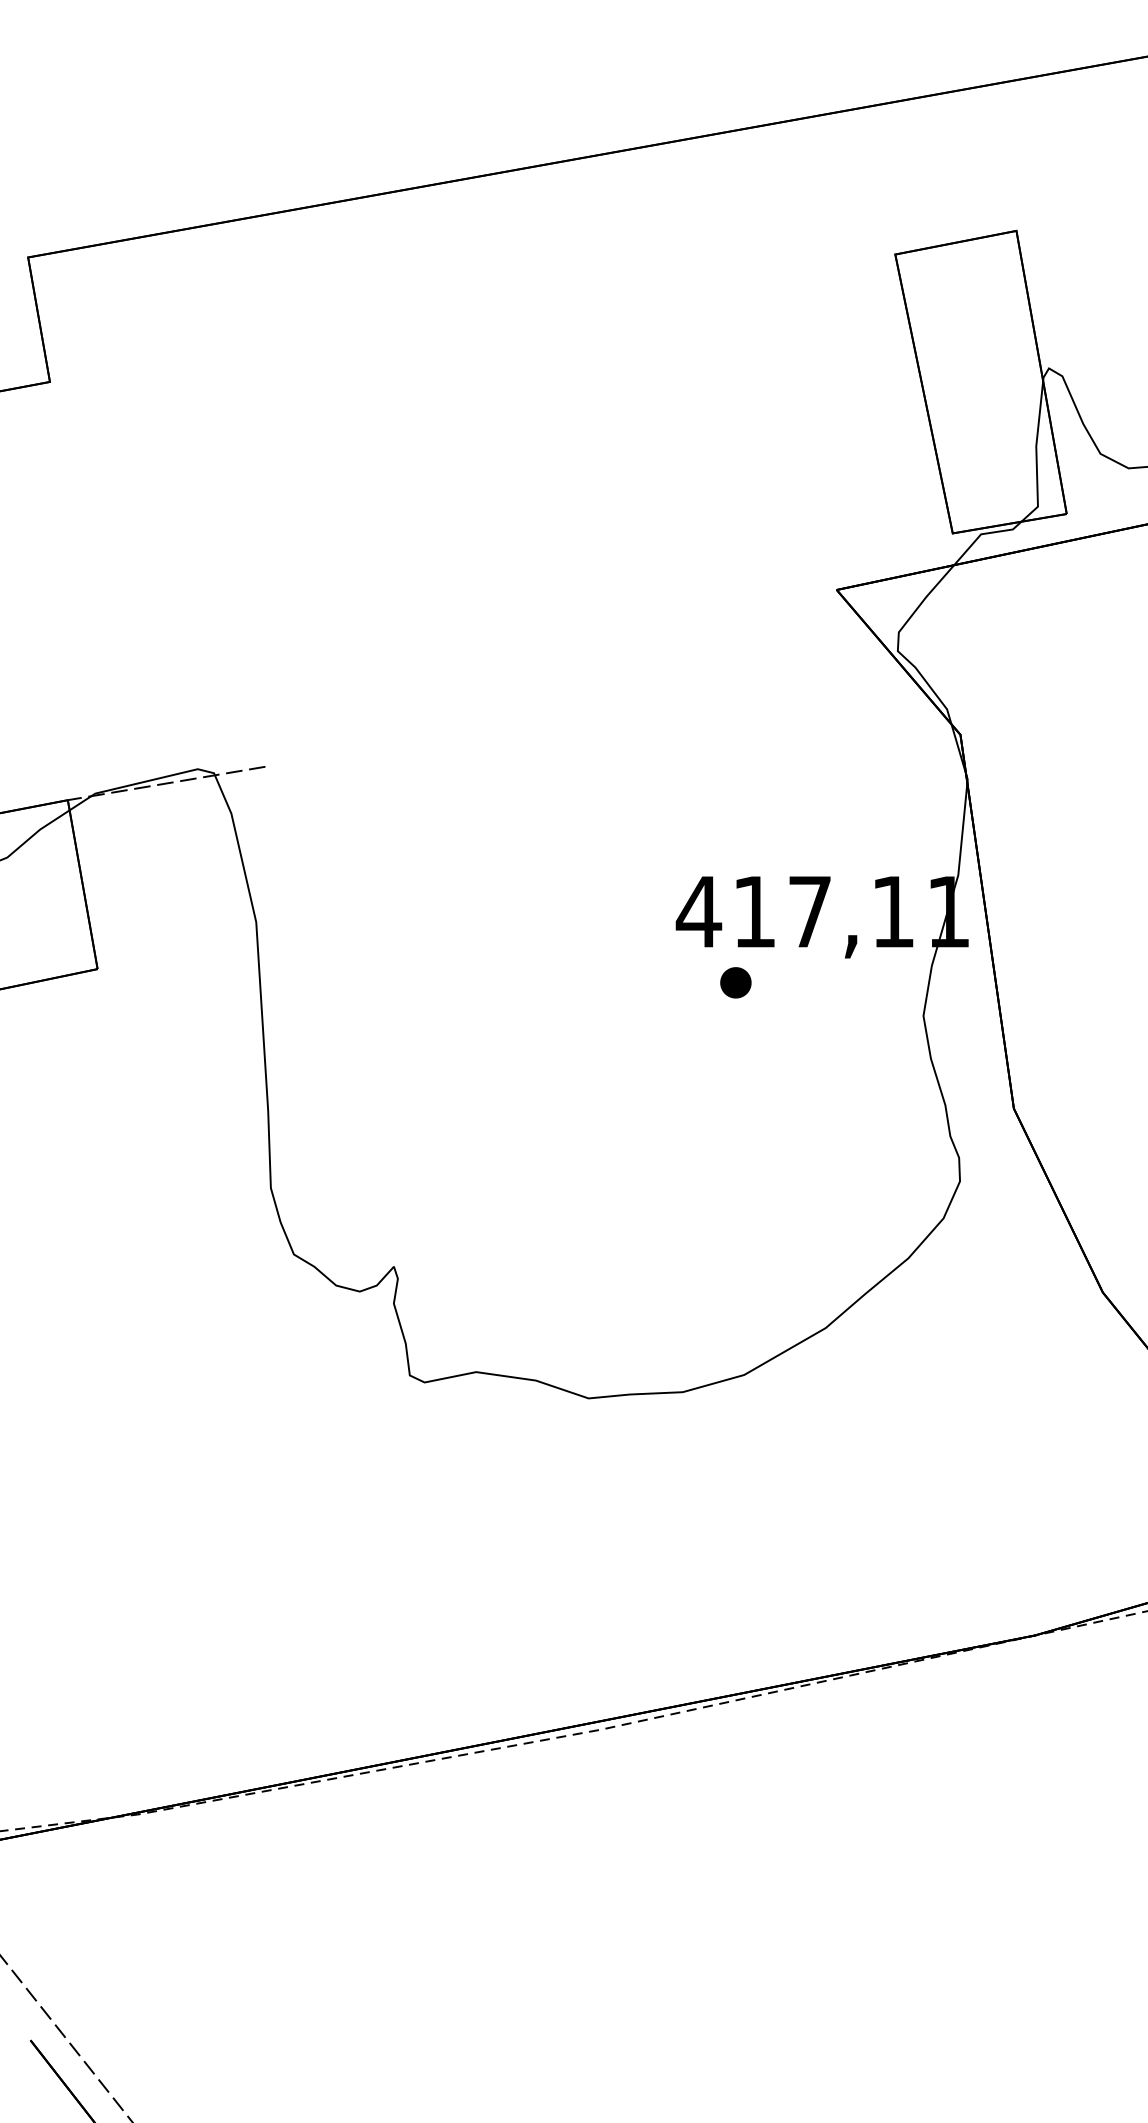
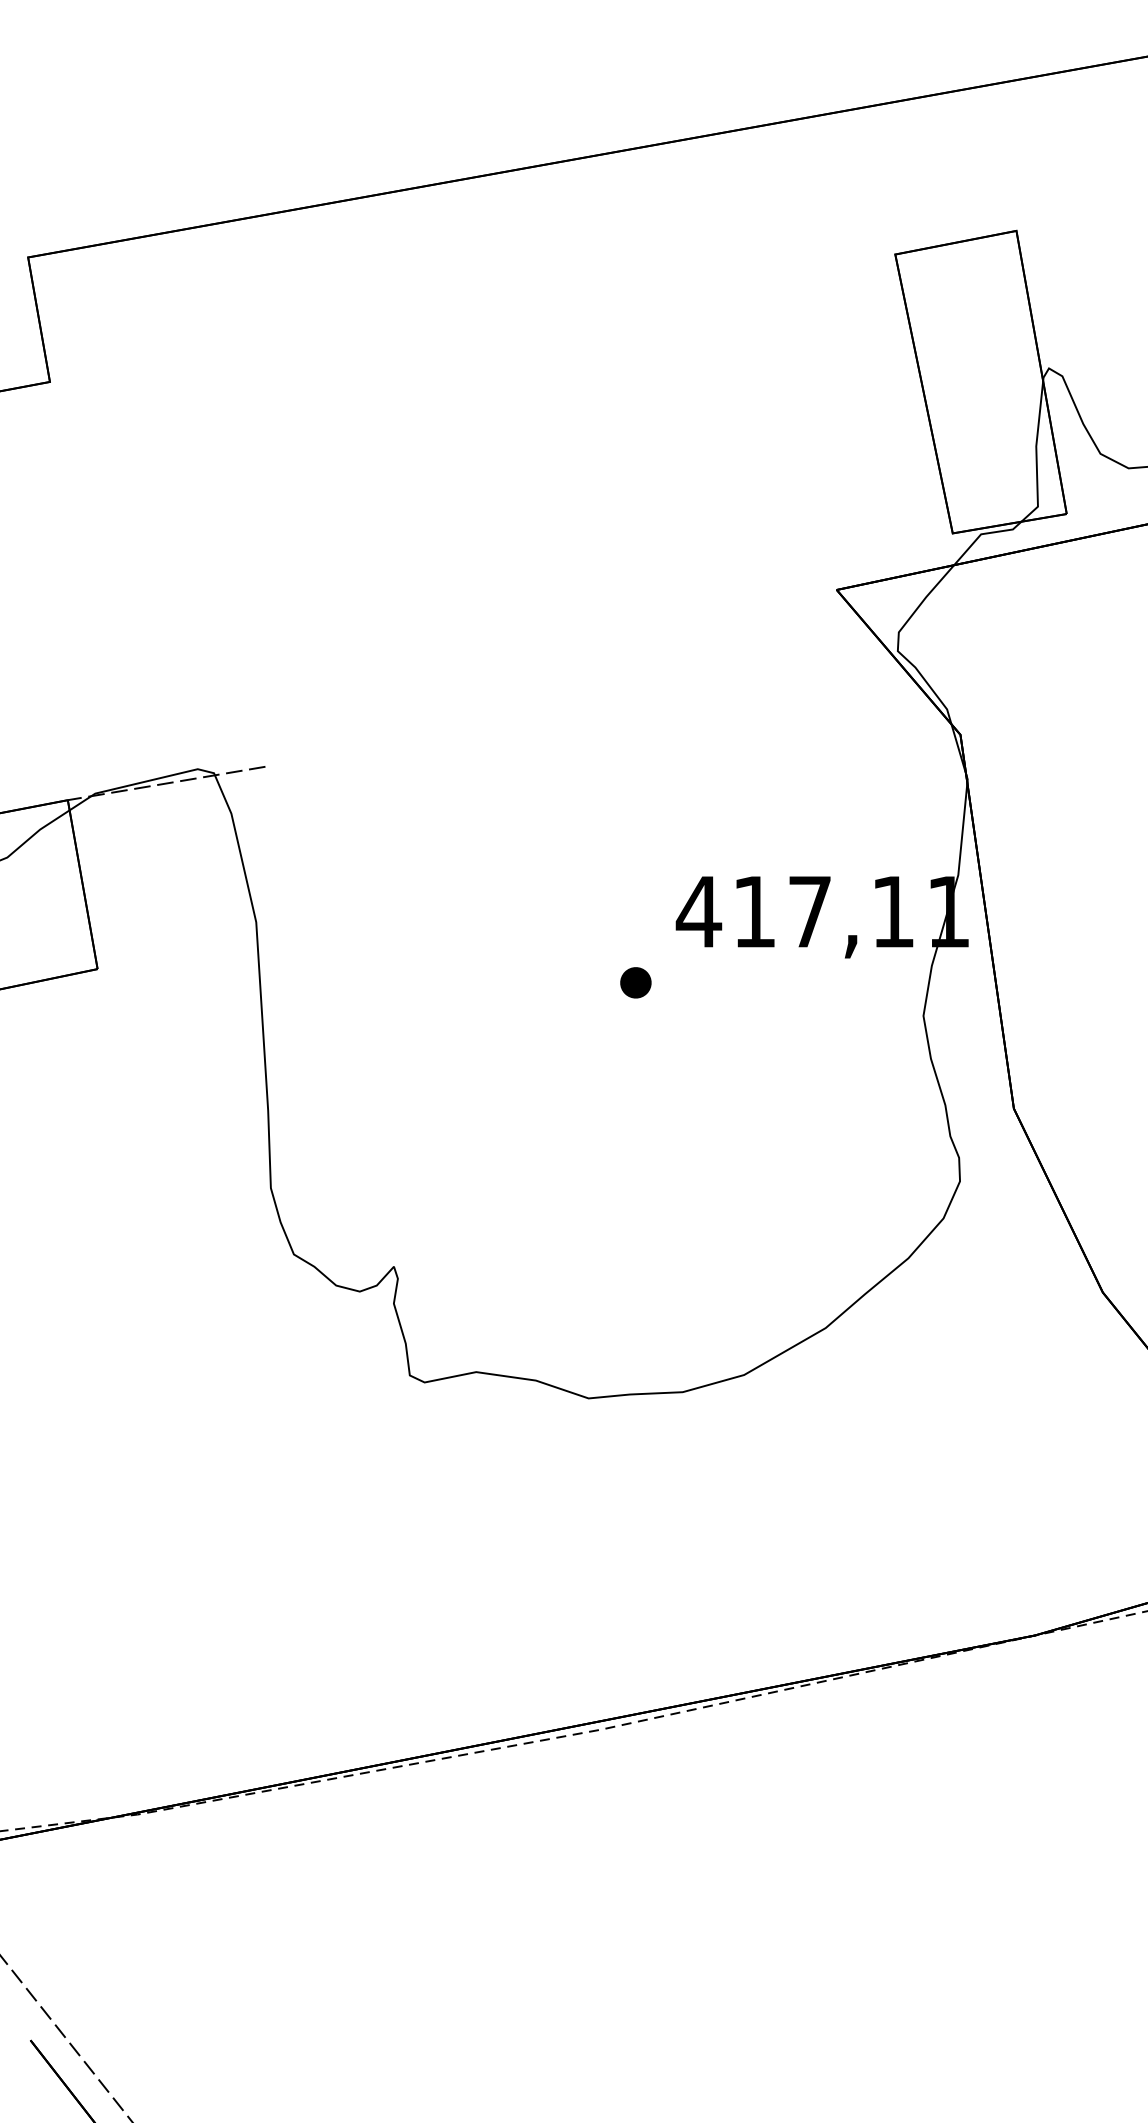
part at (735, 982) position: (735, 982) -> (635, 982)
